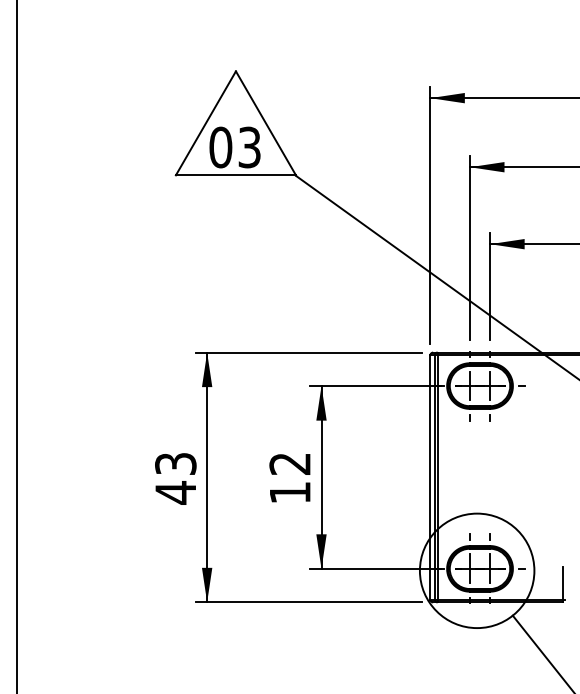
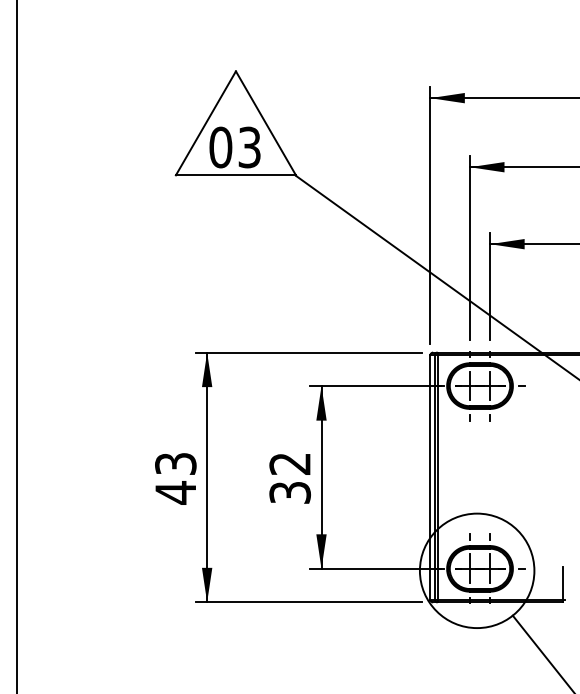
text at (289, 492): 12 -> 32
